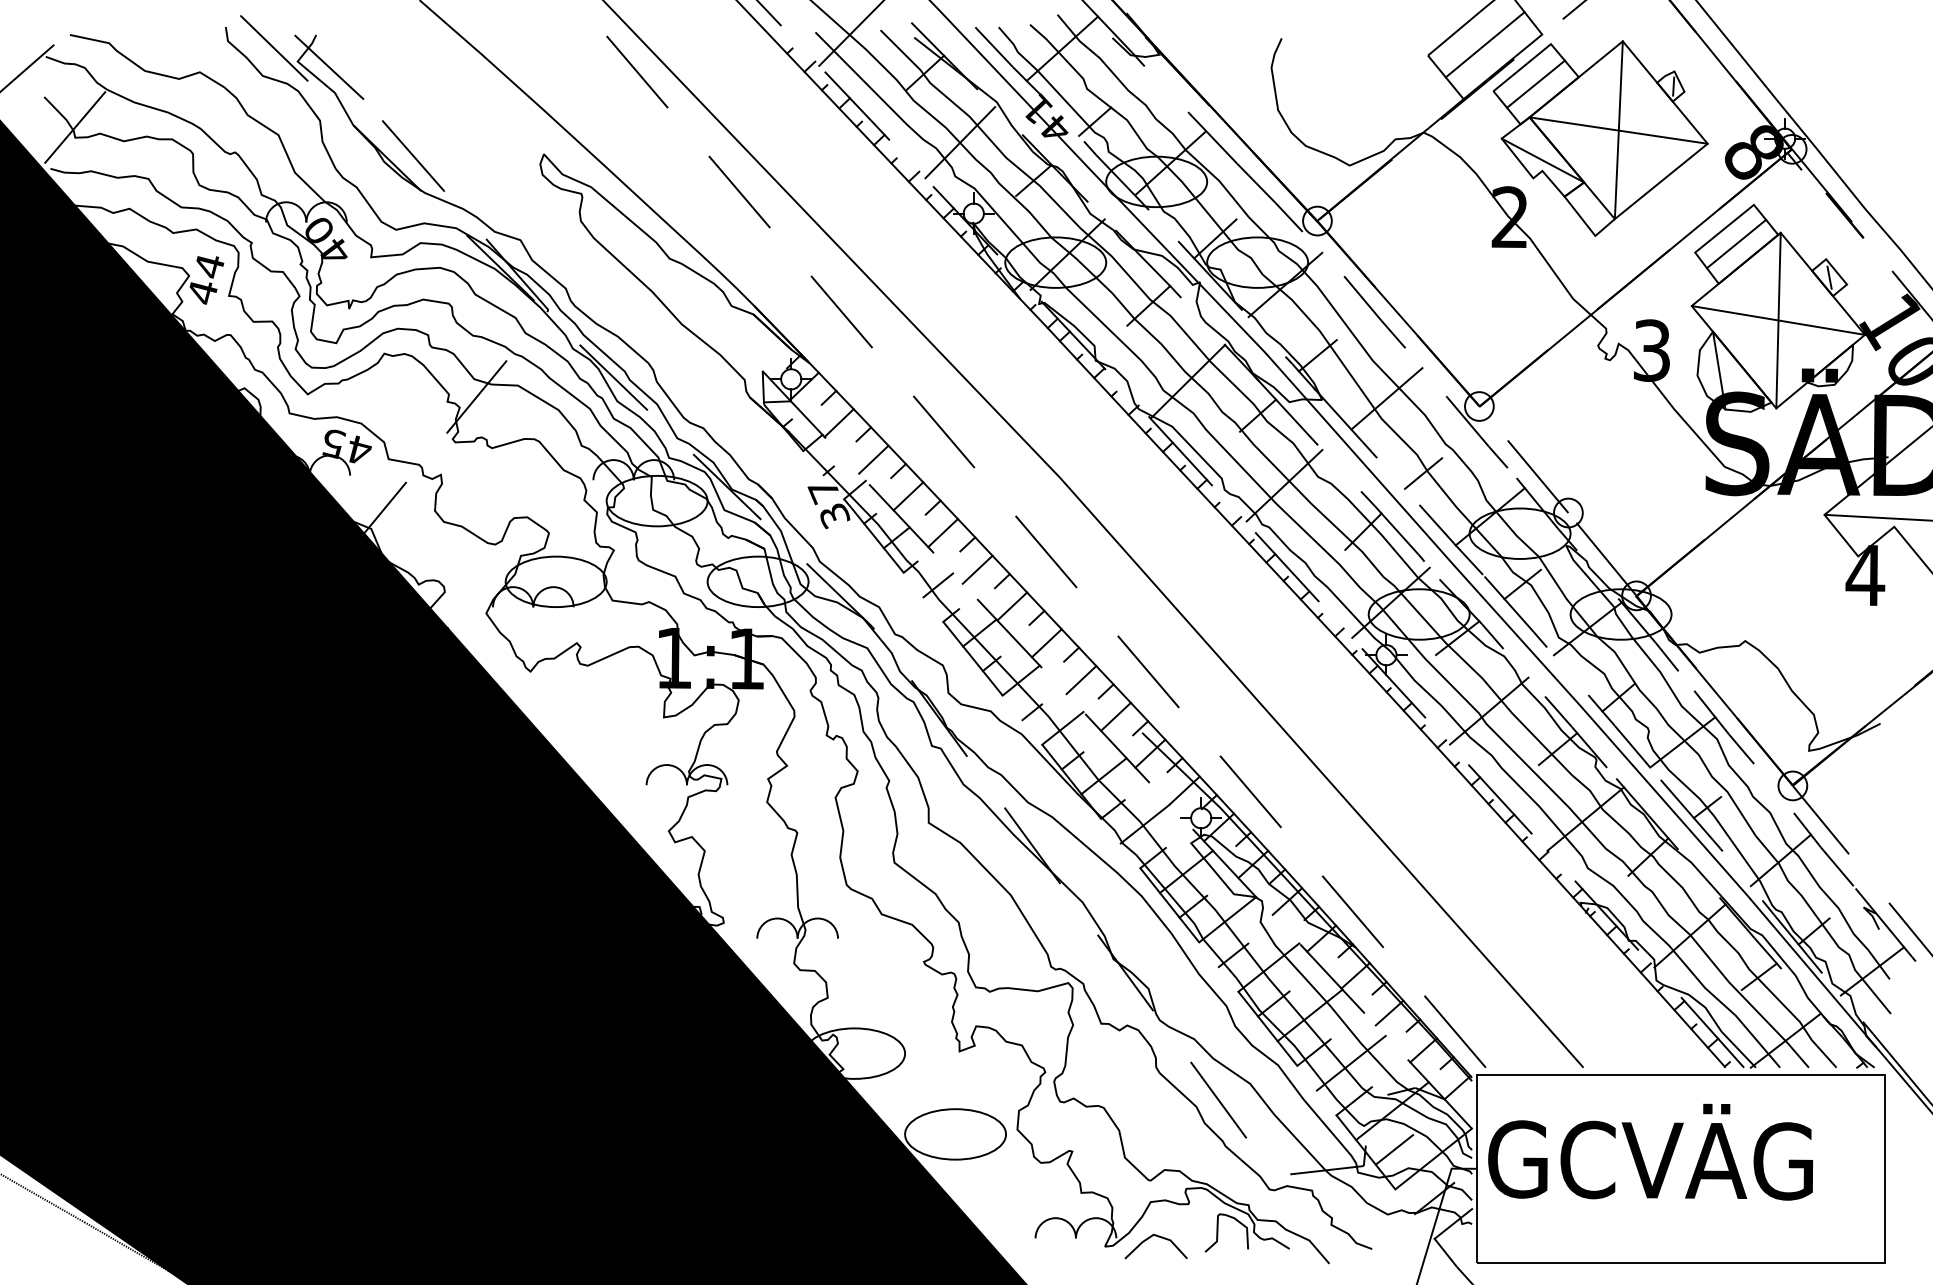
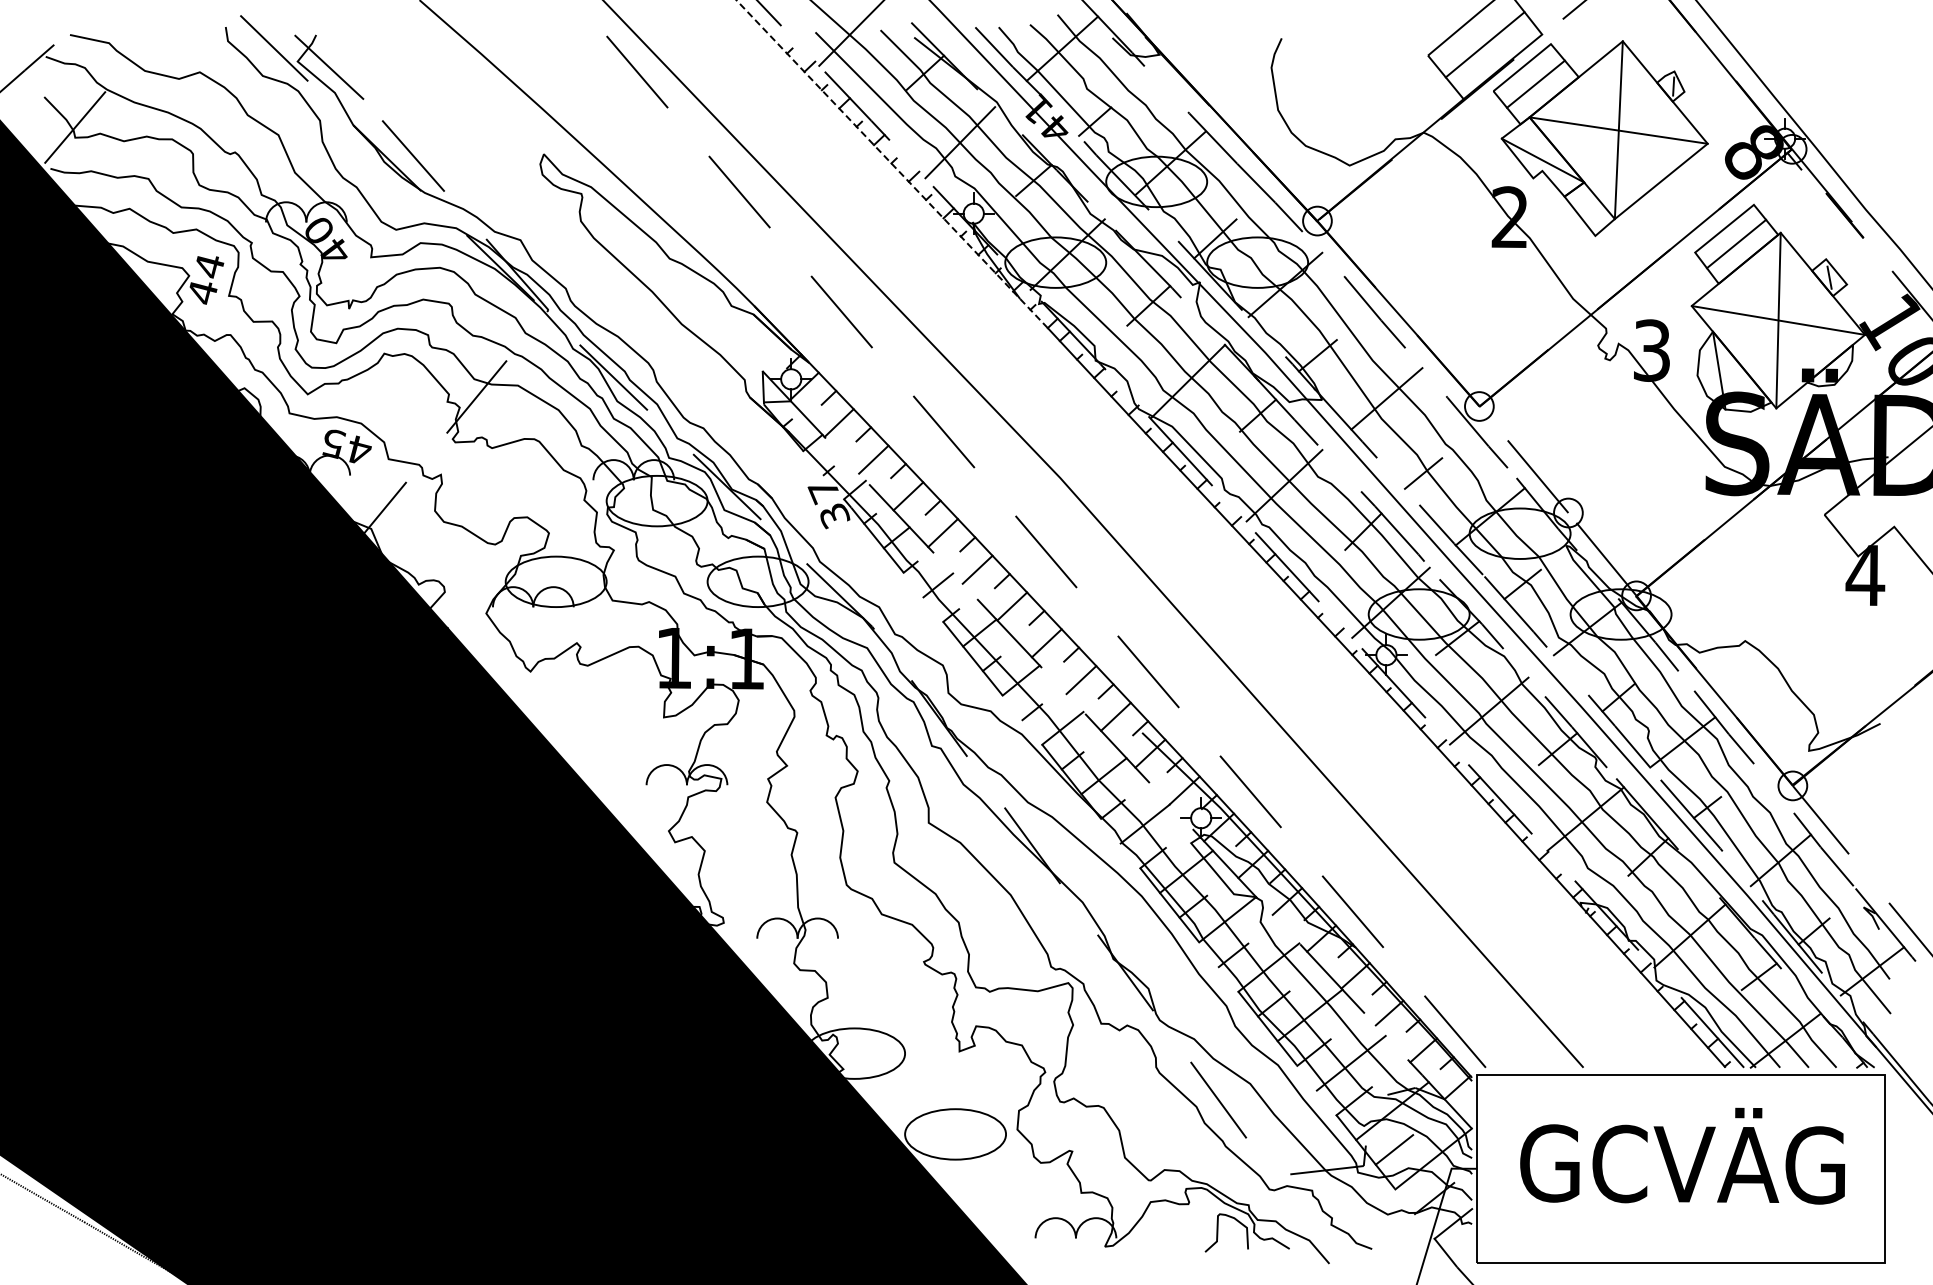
line at (891, 163): solid -> dashed
line at (1876, 517): present -> none
text at (1650, 1151) position: (1650, 1151) -> (1682, 1155)
line at (1158, 1237): present -> none
